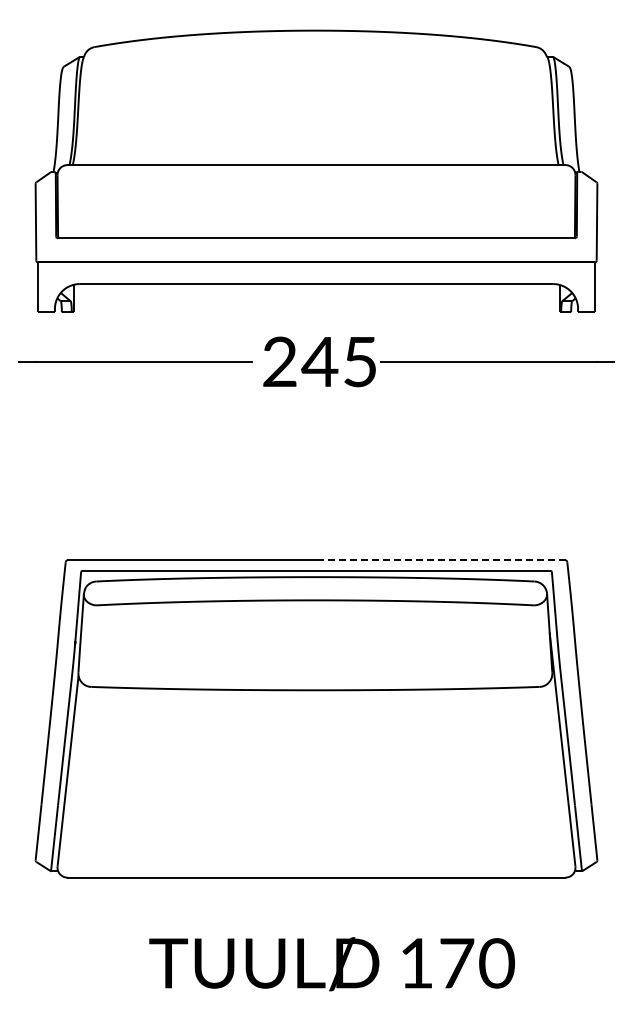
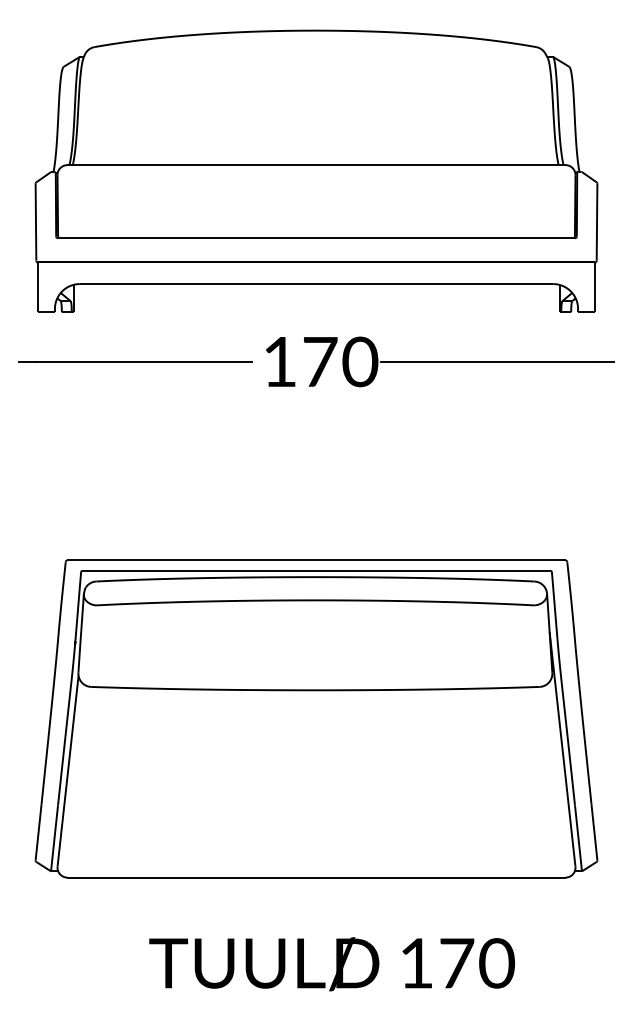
text at (320, 361): 245 -> 170
line at (441, 560): dashed -> solid
